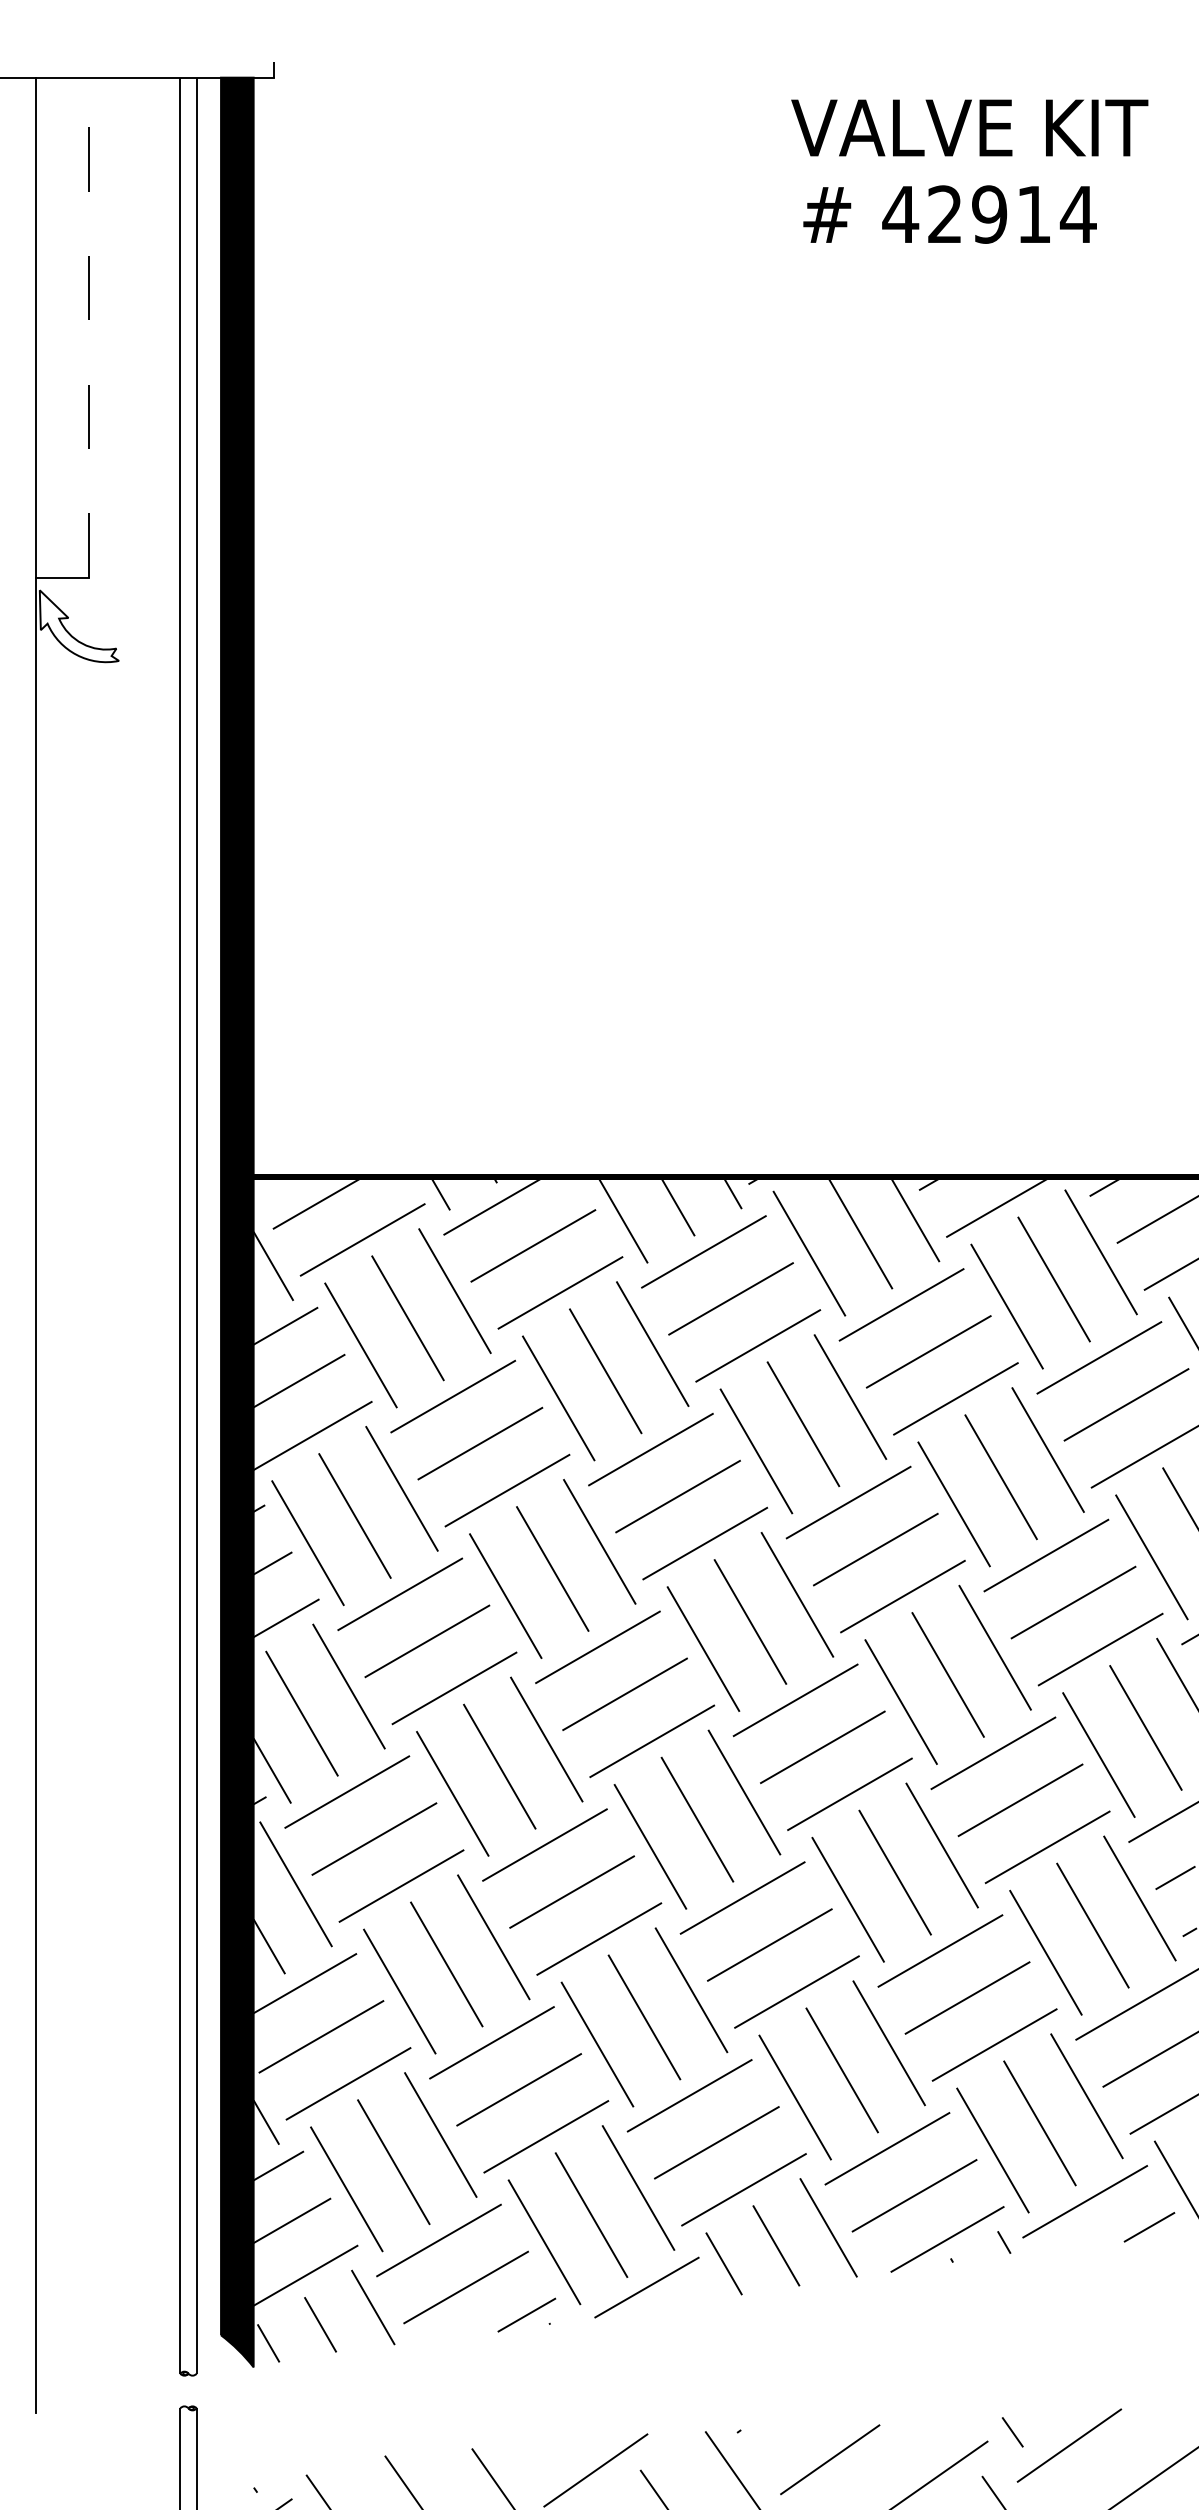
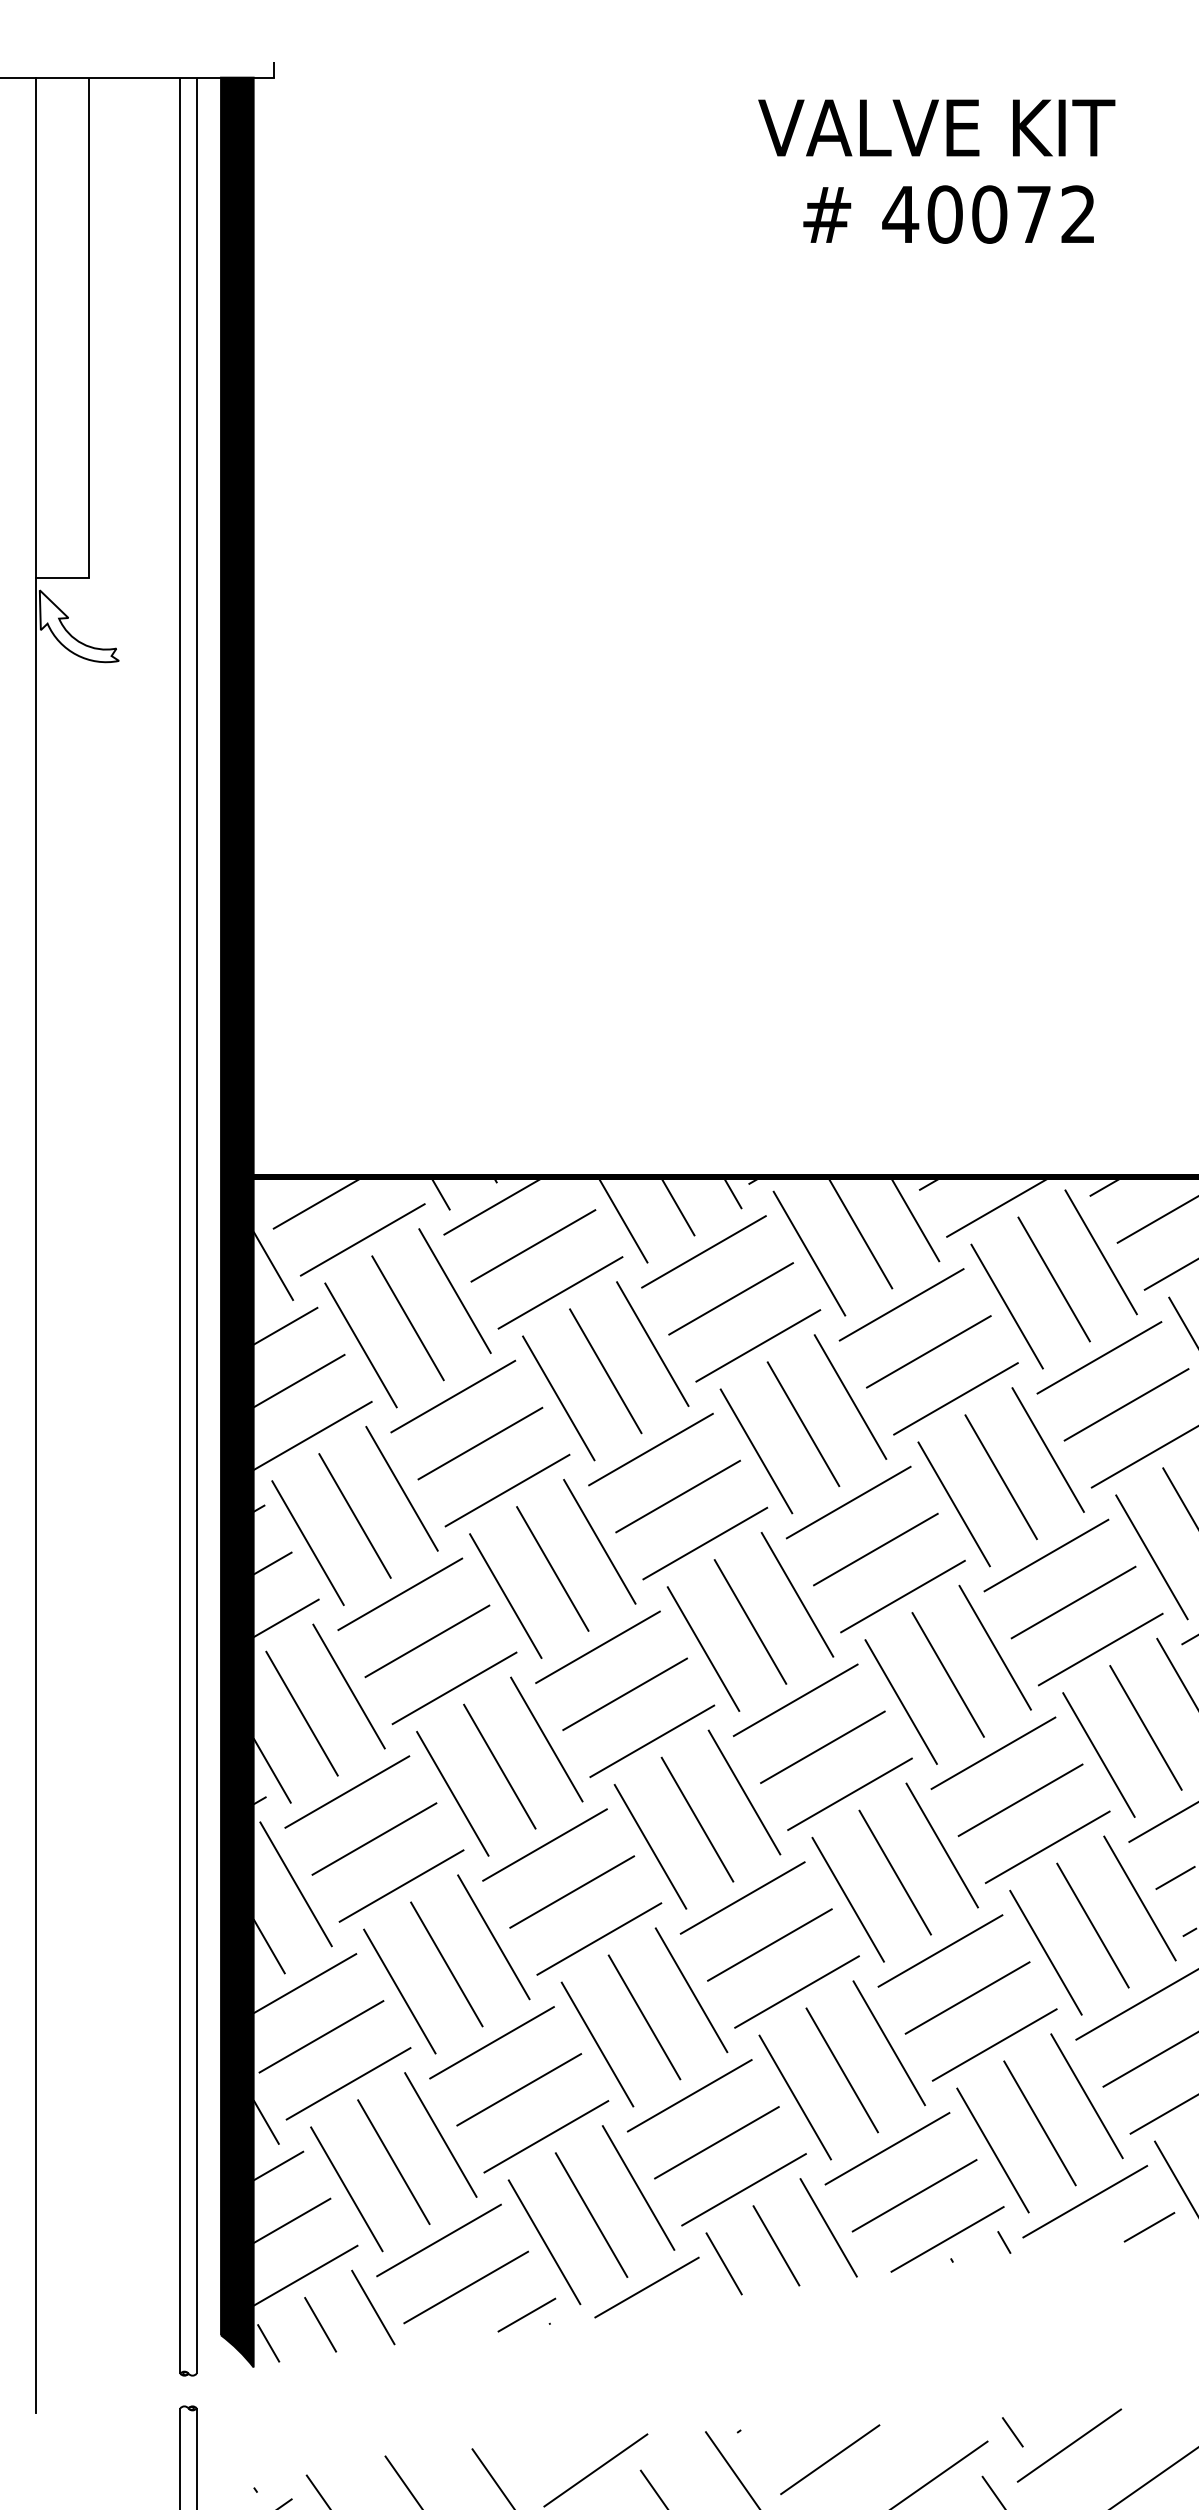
text at (969, 127) position: (969, 127) -> (936, 127)
text at (1011, 214): 42914 -> 40072
line at (89, 327): dashed -> solid
